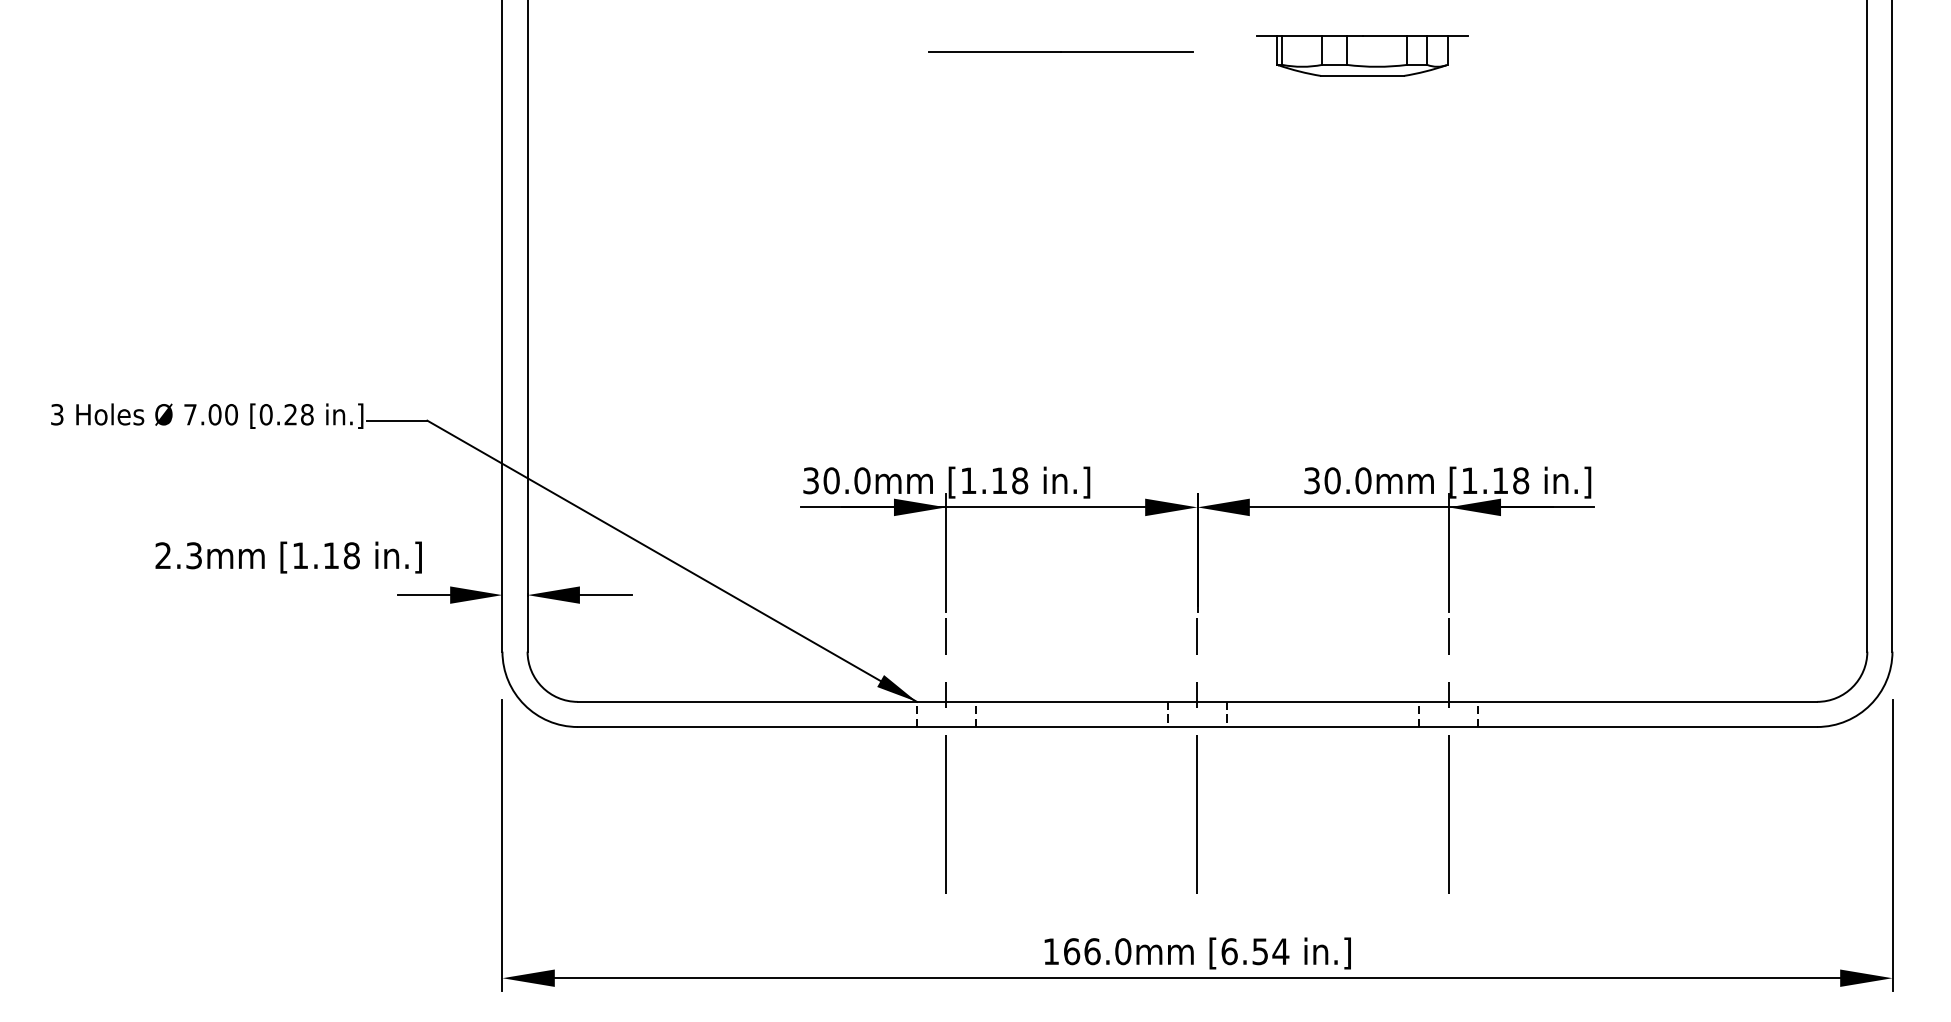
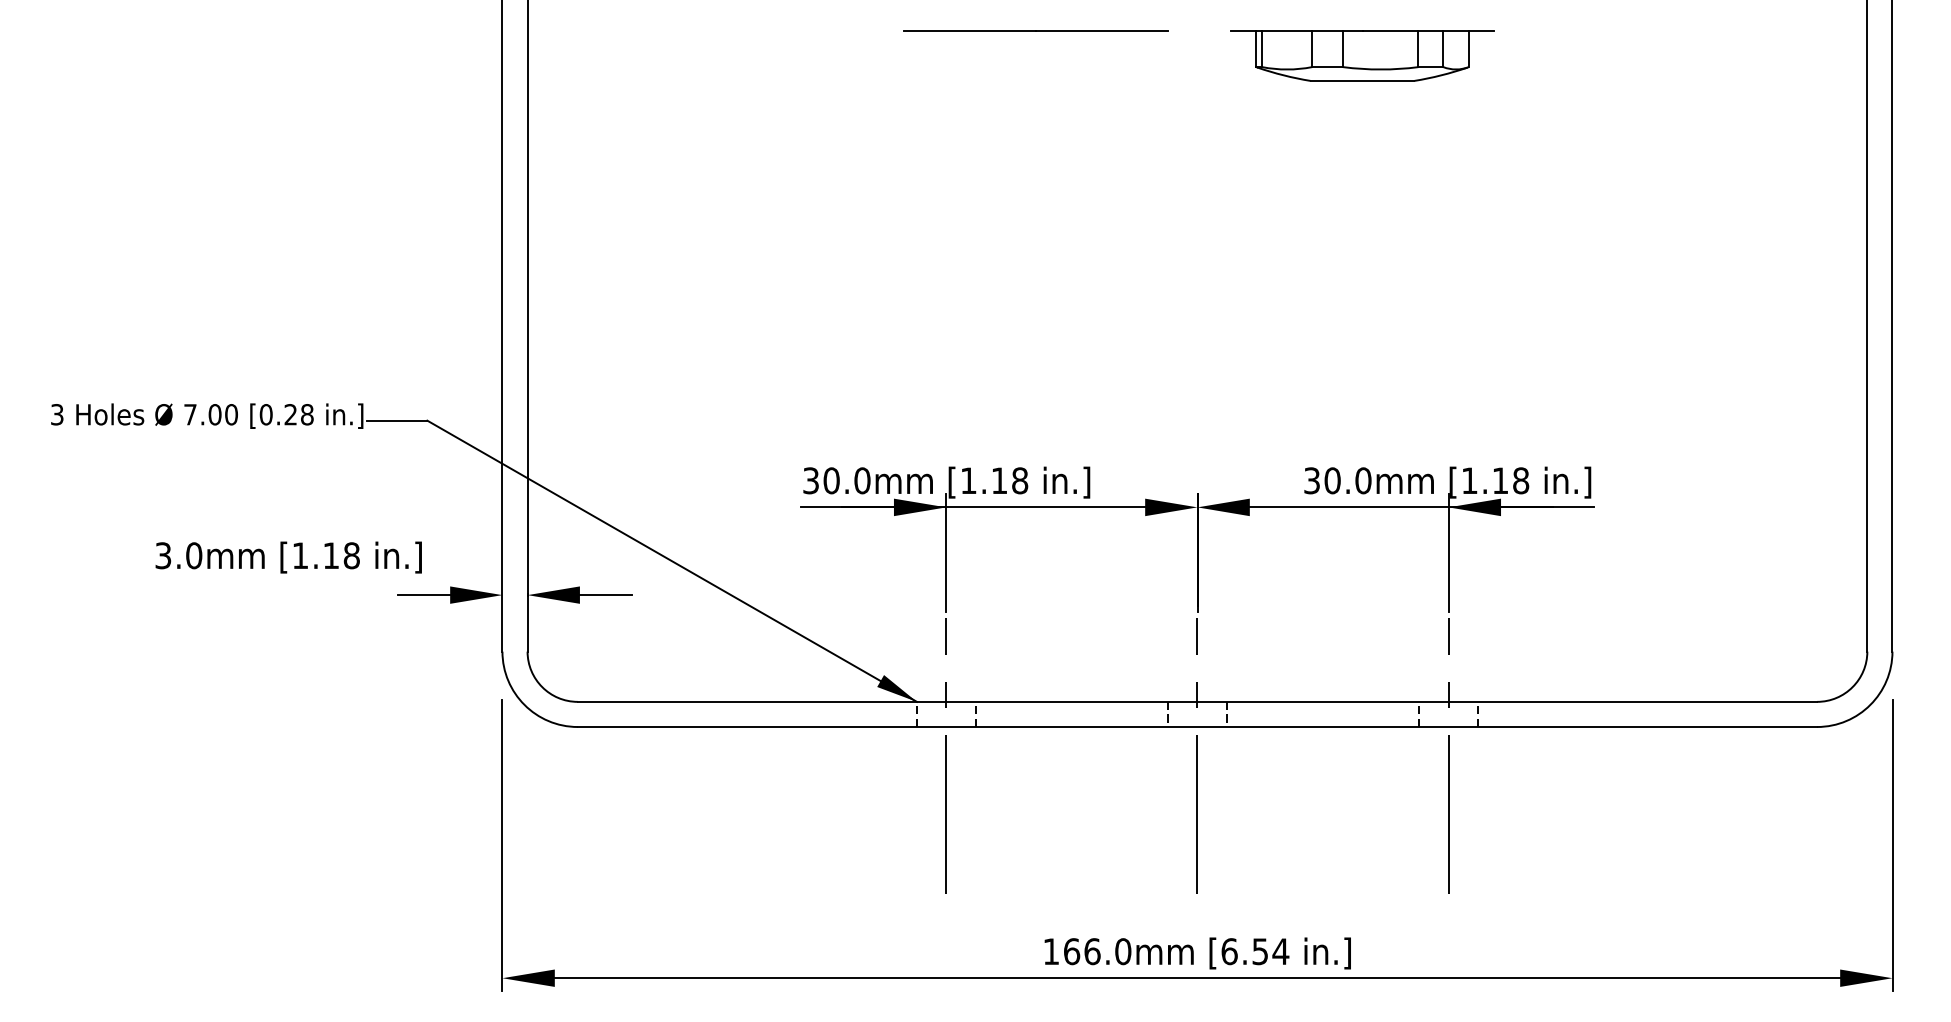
line at (1060, 51) position: (1060, 51) -> (1035, 30)
part at (1362, 55) size: 213x42 px -> 265x52 px
text at (178, 555): 2.3mm -> 3.0mm
